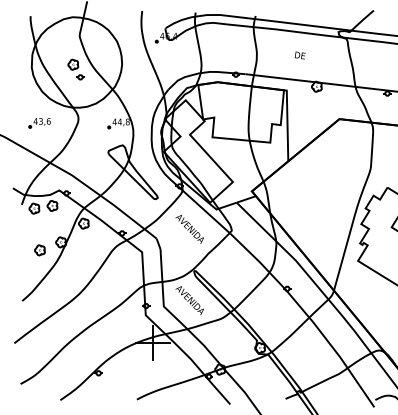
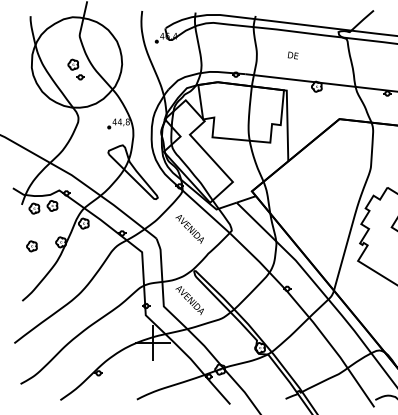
text at (299, 55) position: (299, 55) -> (292, 55)
part at (39, 123): present -> none
part at (39, 250) position: (39, 250) -> (31, 246)
